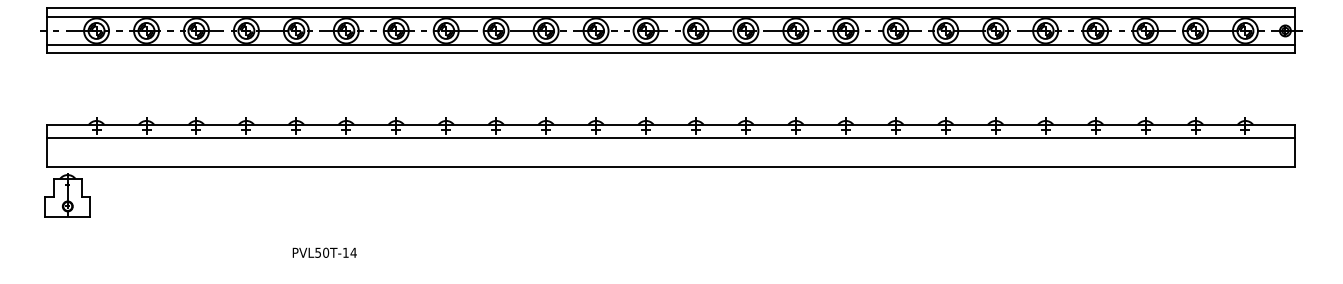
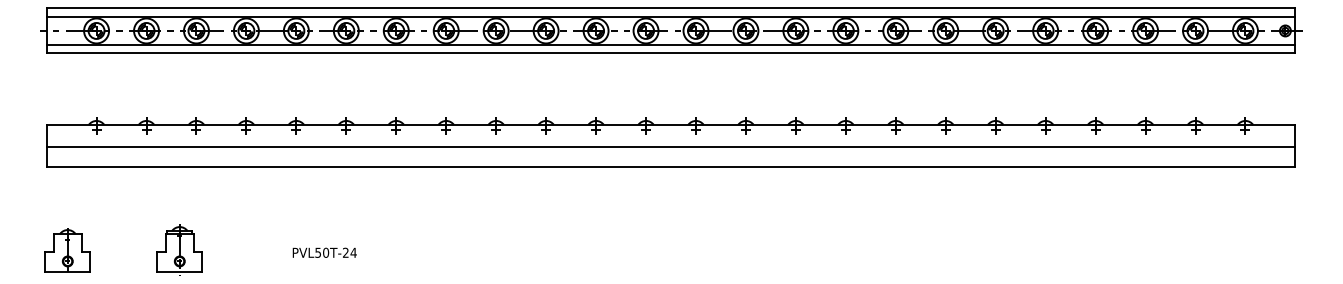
line at (670, 138) position: (670, 138) -> (670, 147)
part at (67, 195) position: (67, 195) -> (67, 250)
part at (179, 249): none -> present
text at (345, 252): PVL50T-14 -> PVL50T-24
